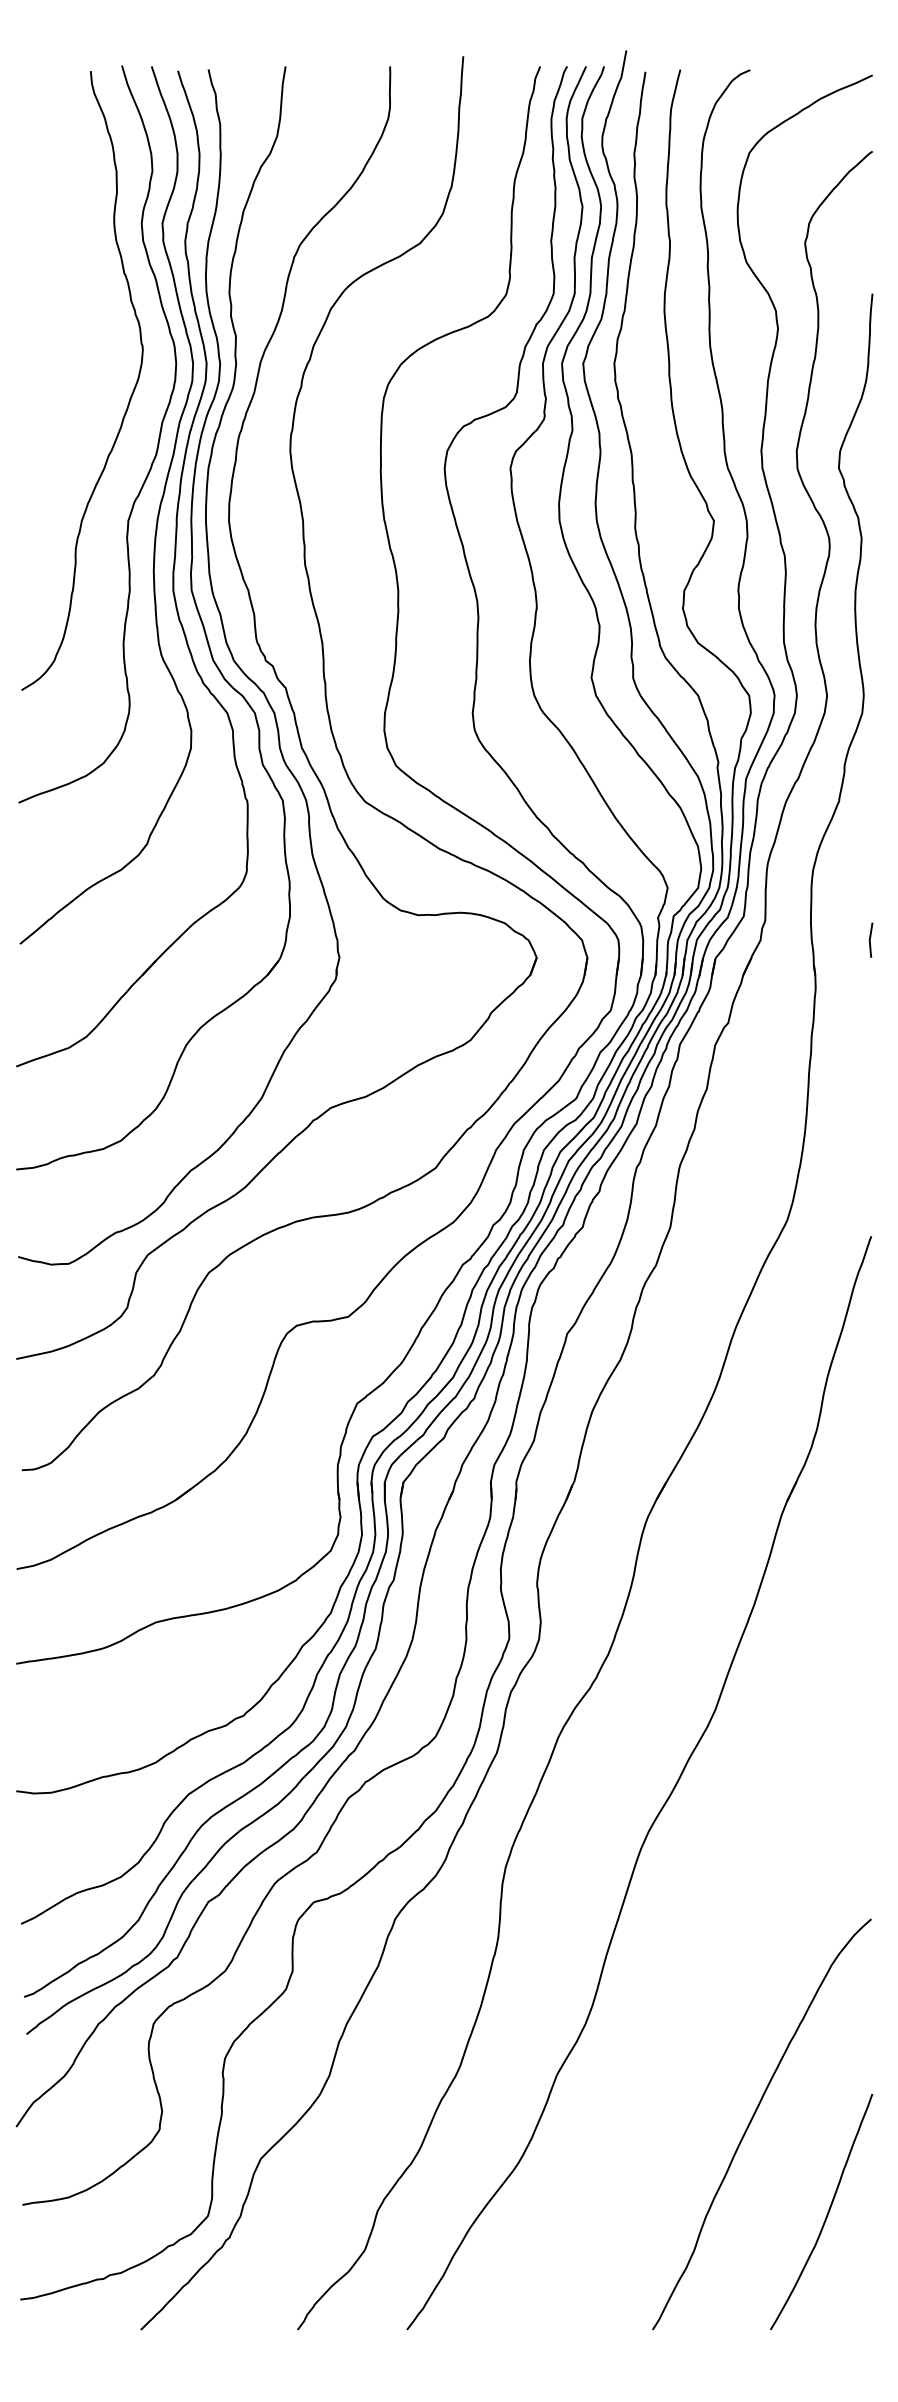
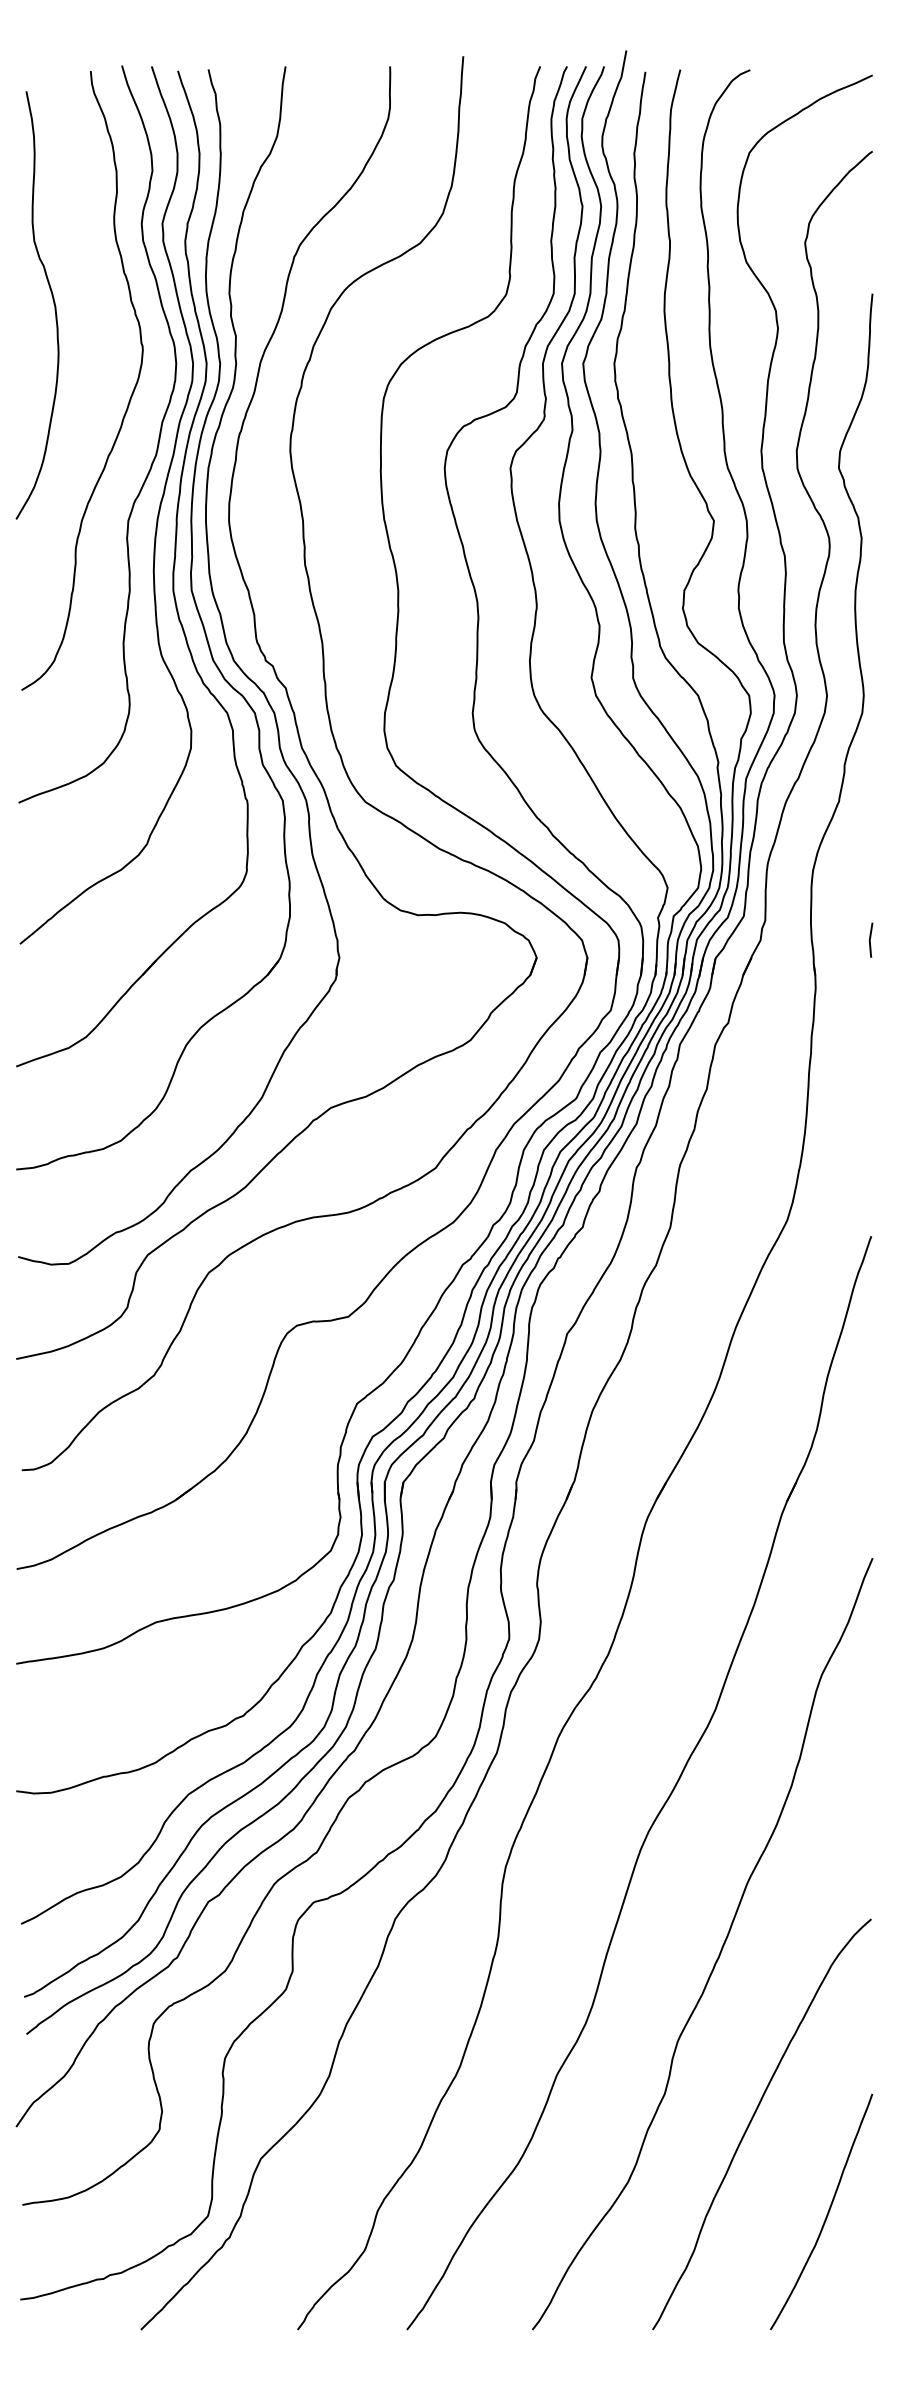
curve at (53, 304): none -> present
curve at (720, 1949): none -> present
